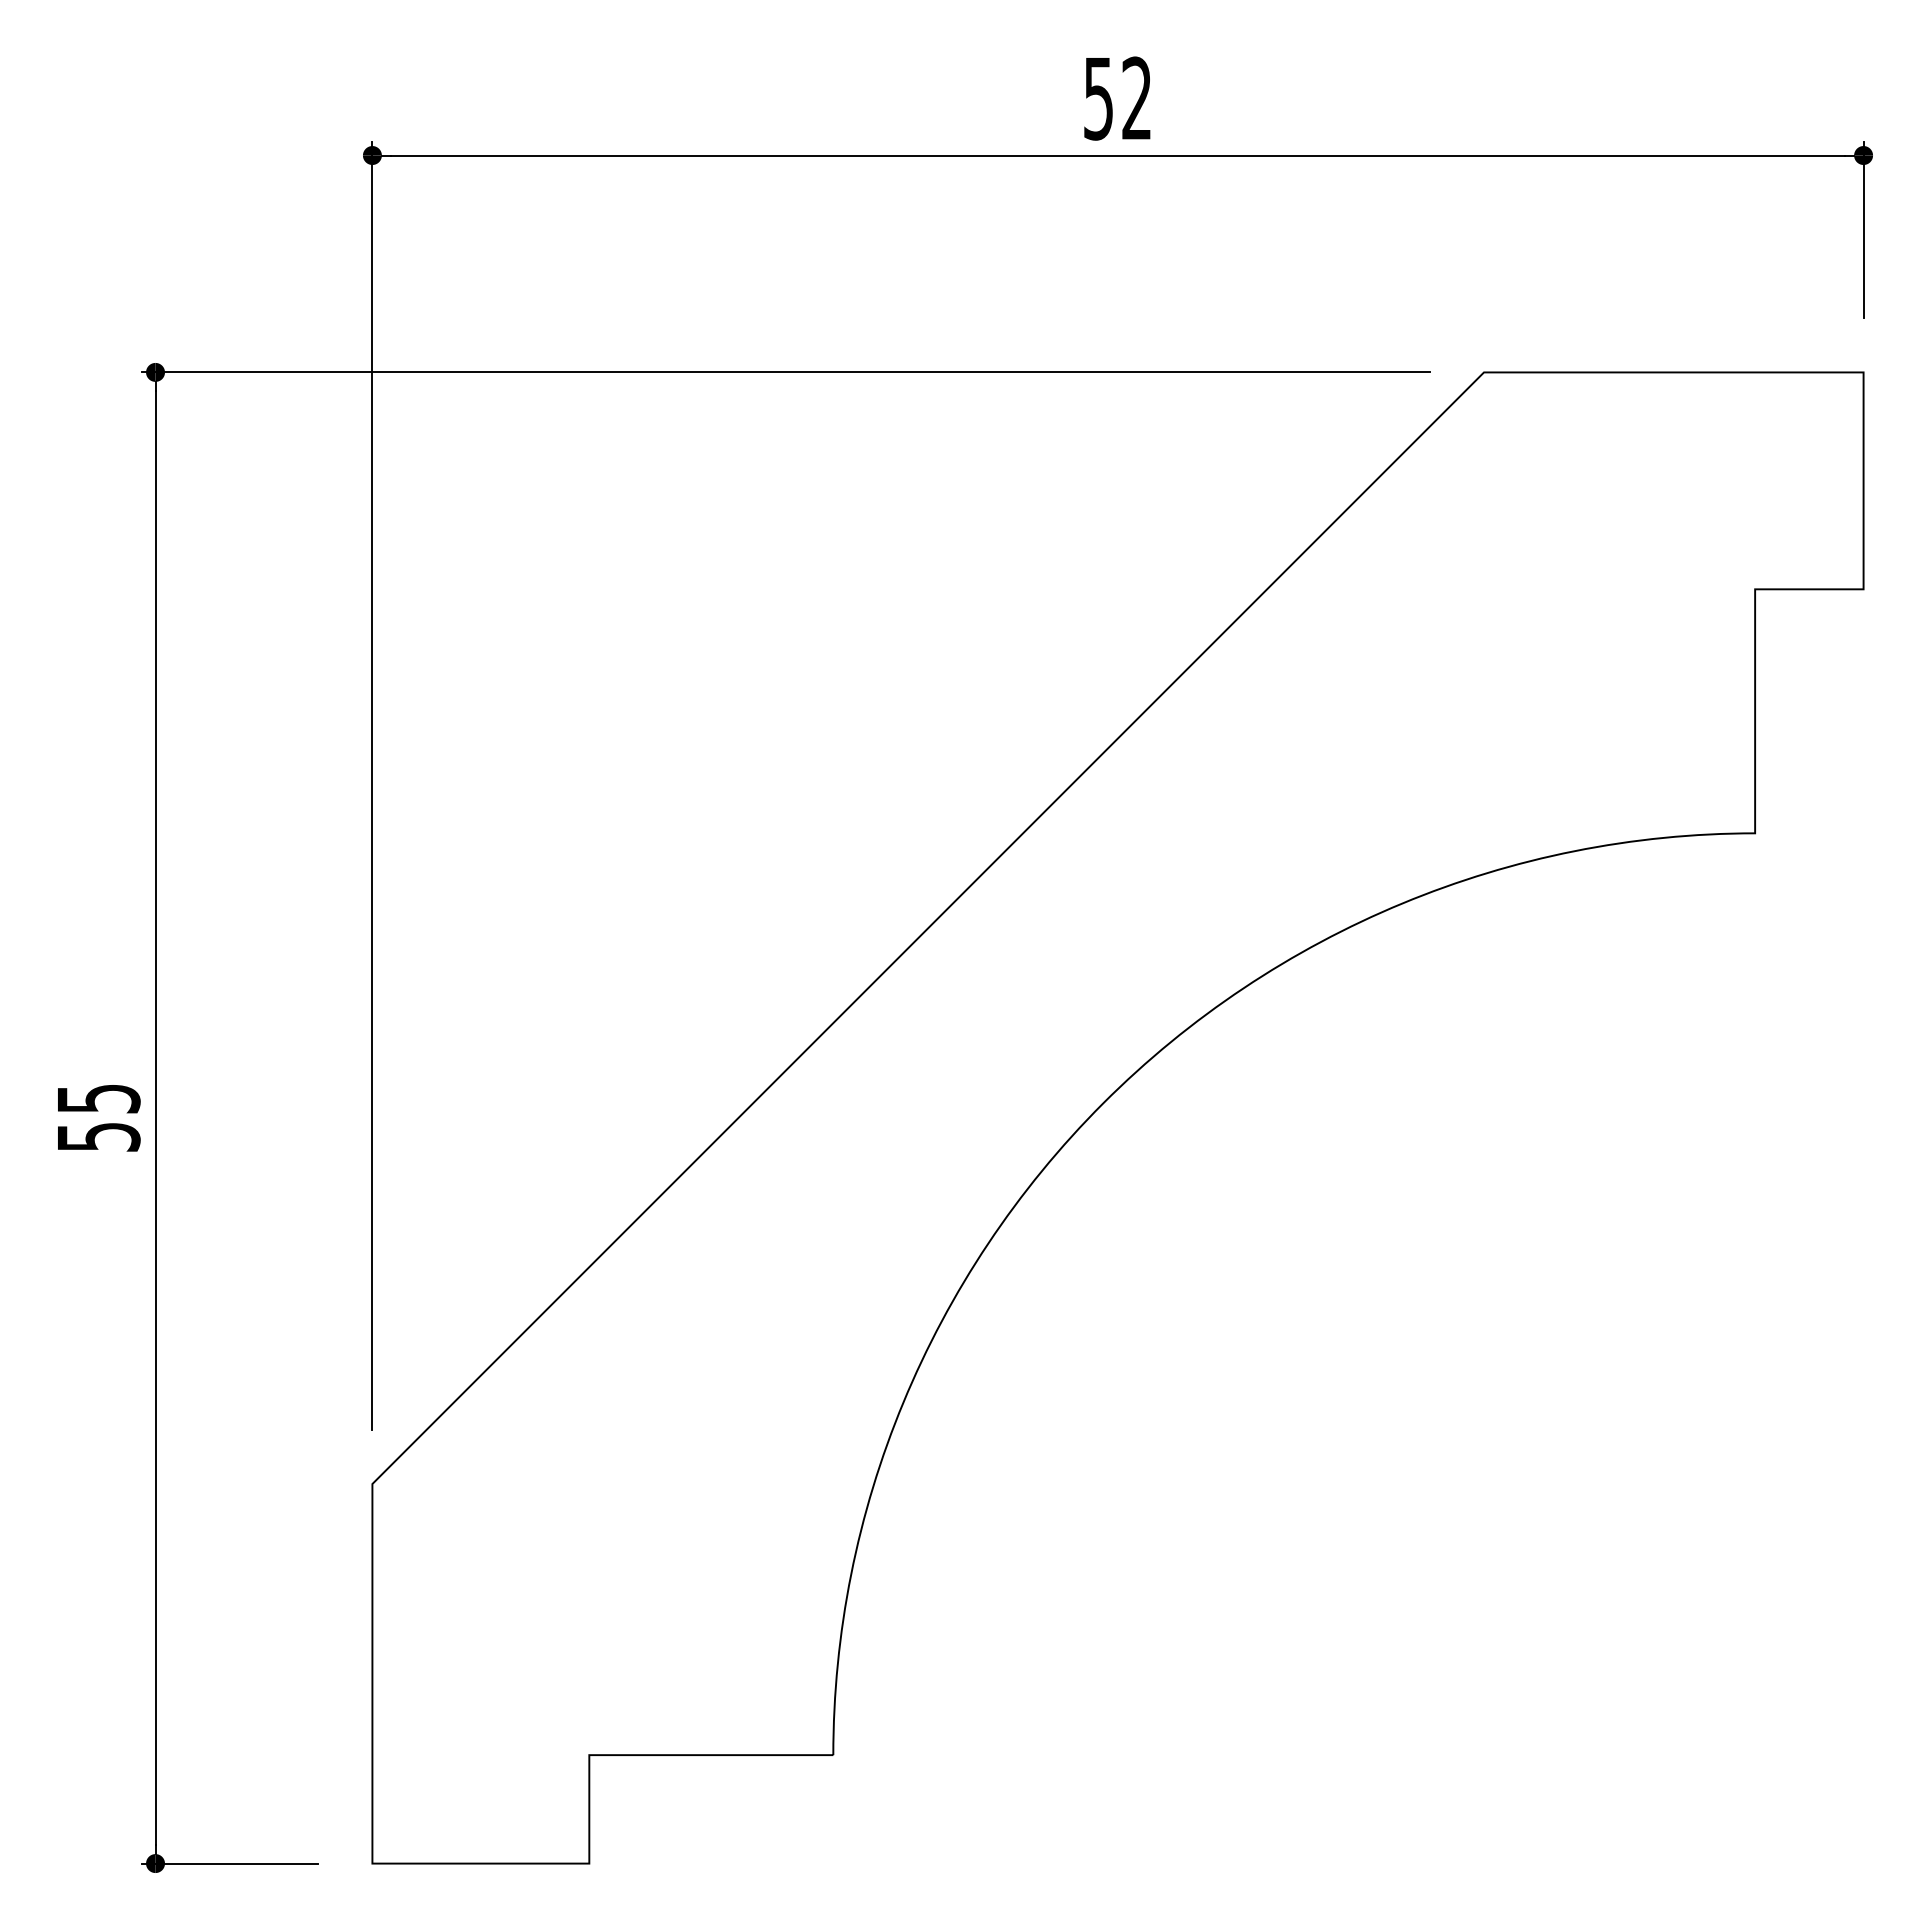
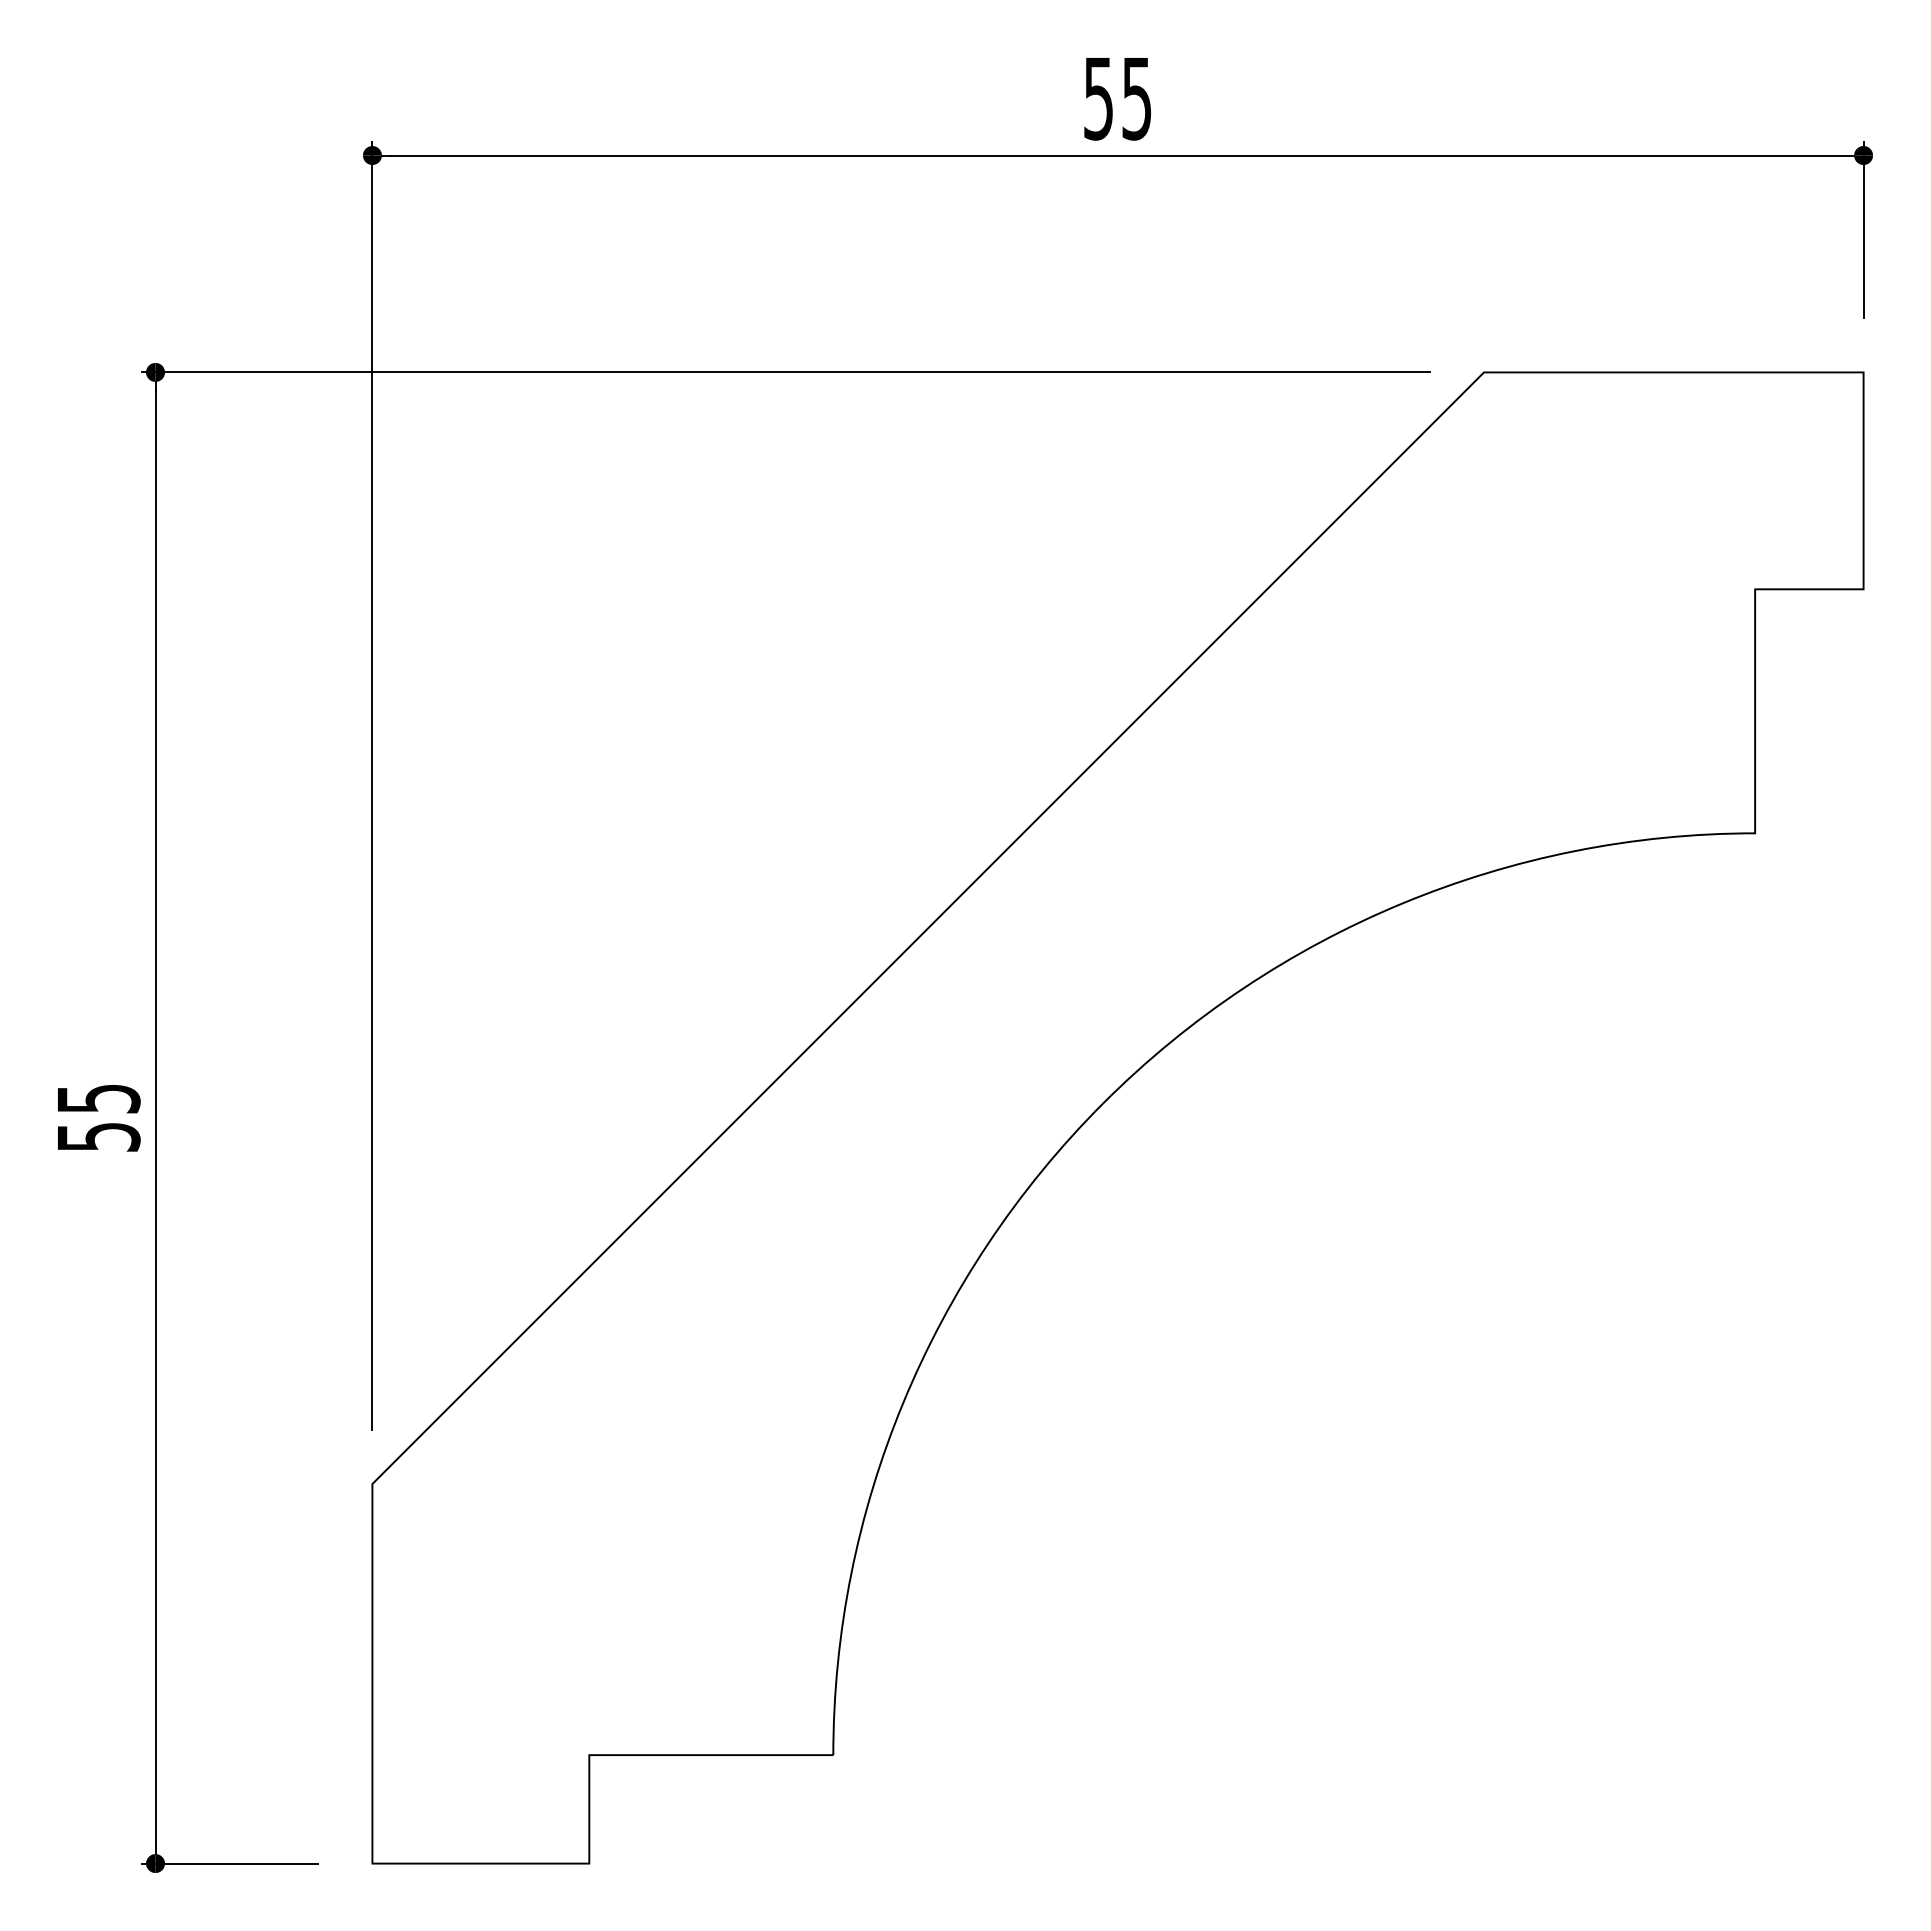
text at (1136, 98): 52 -> 55
